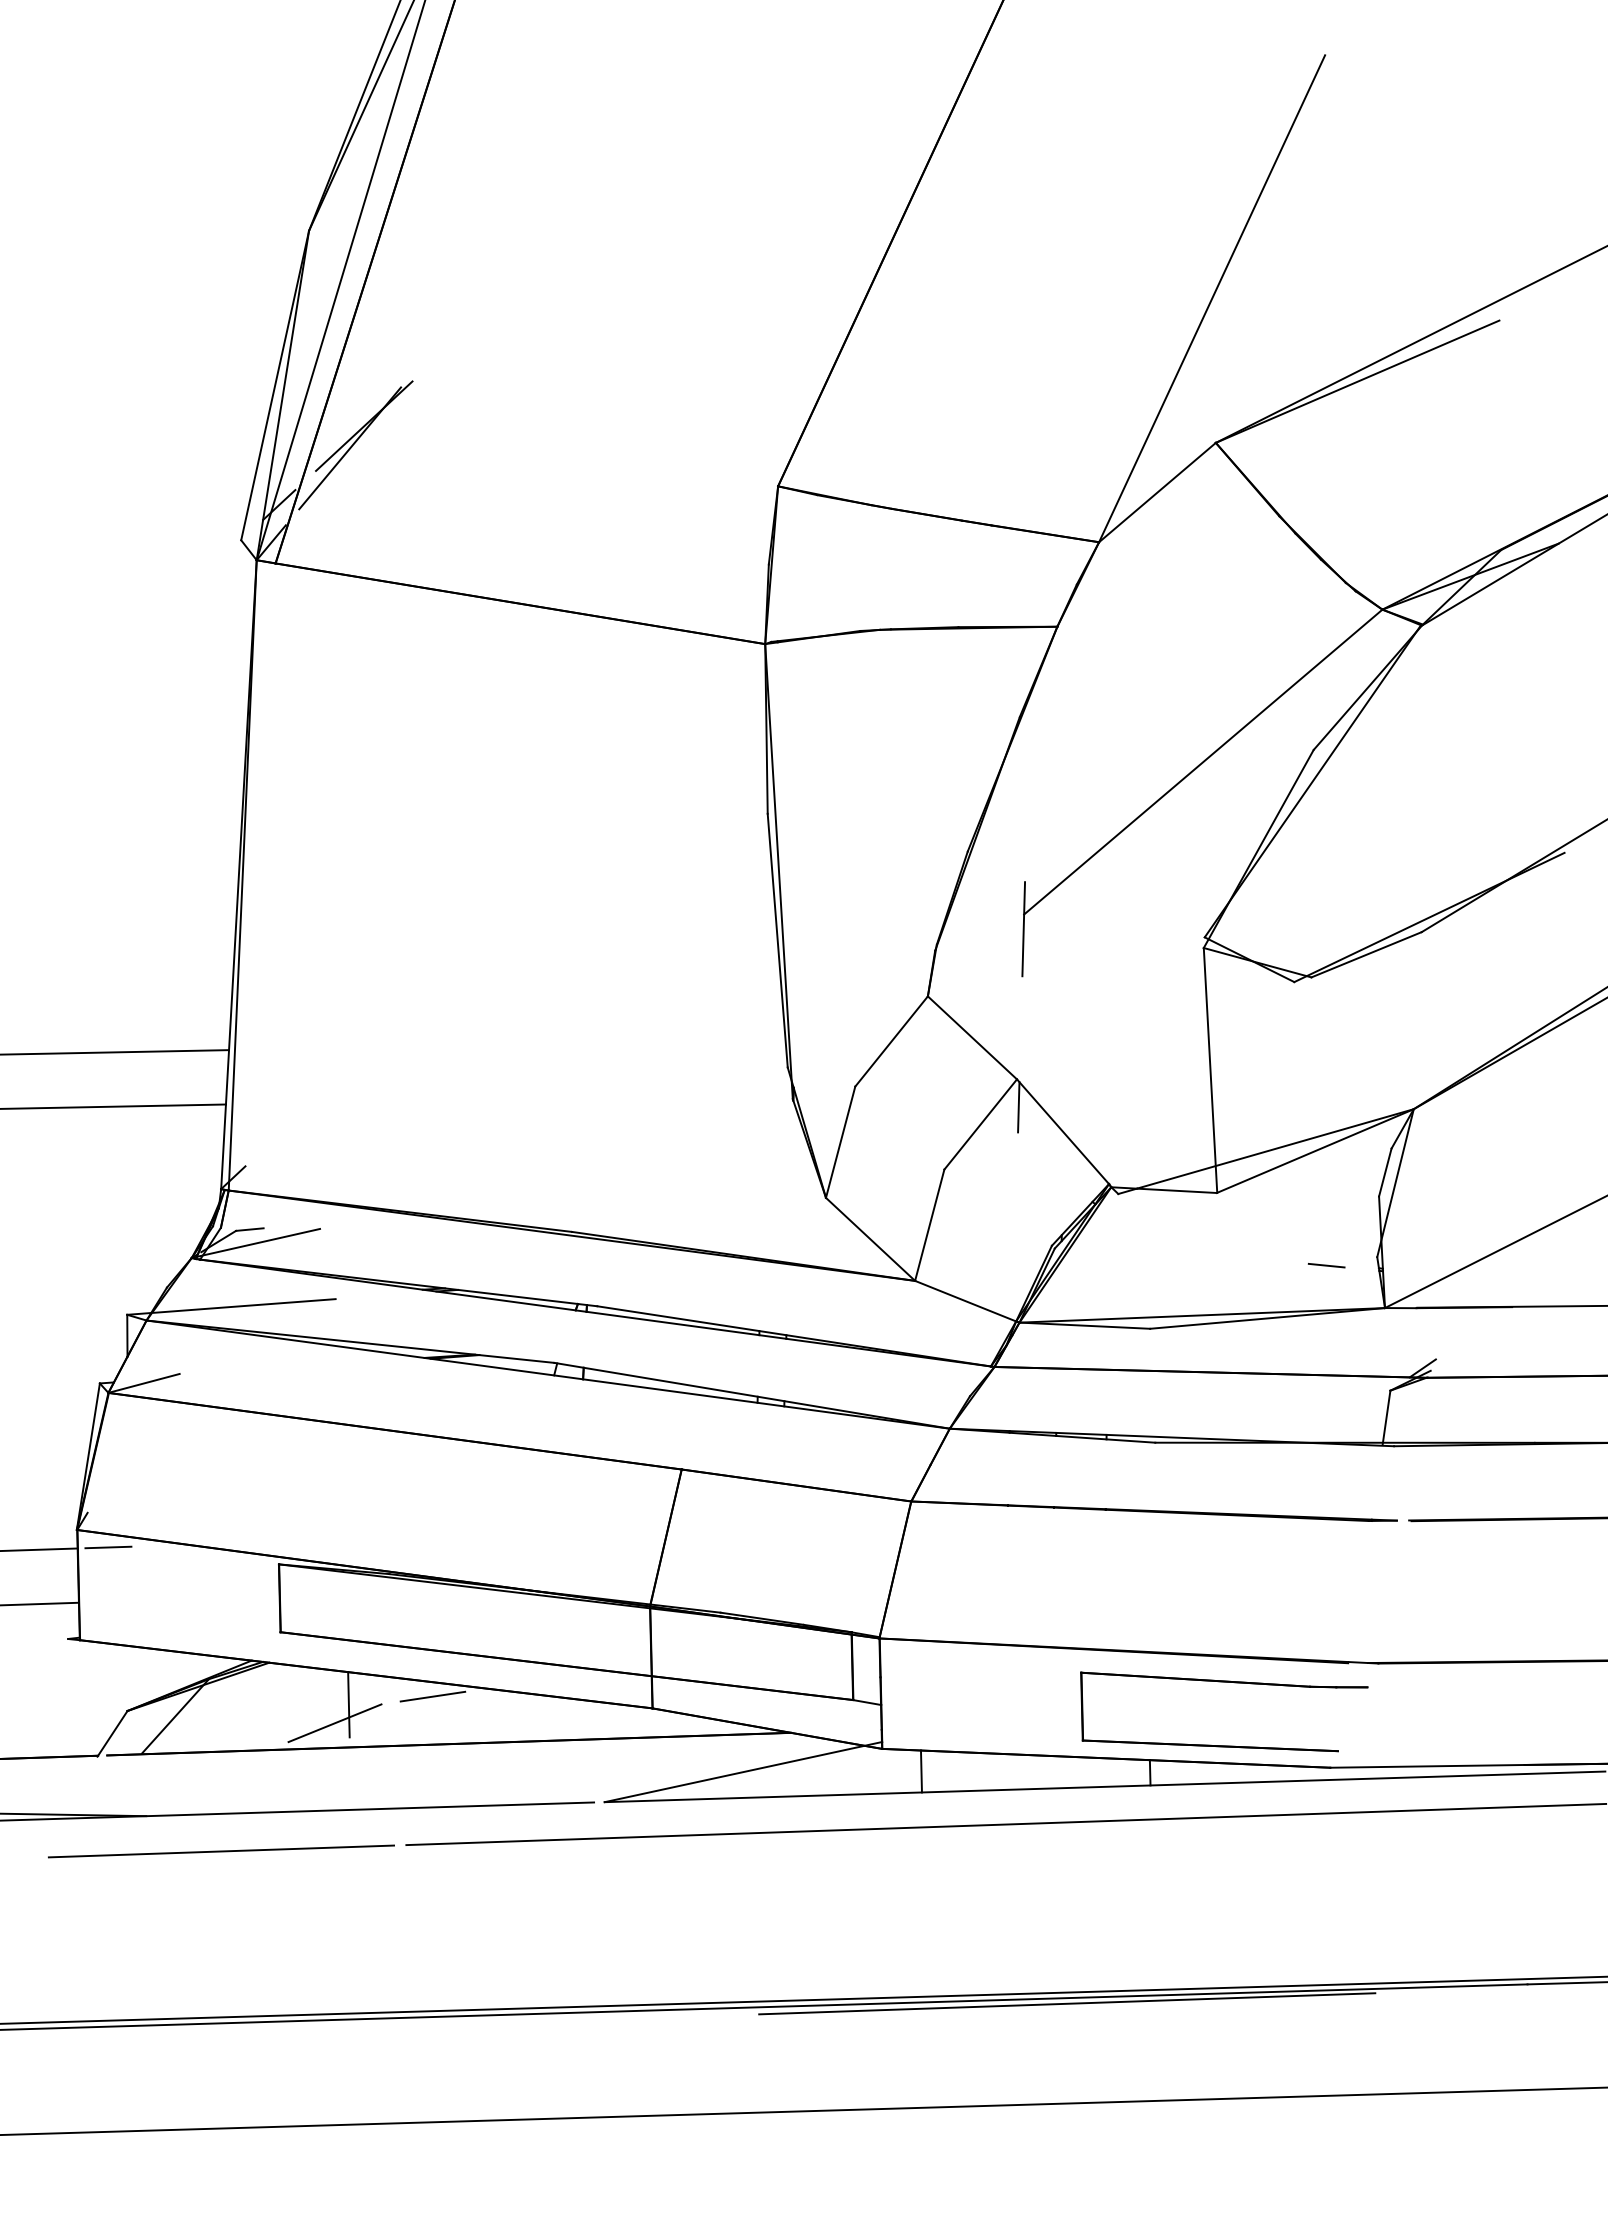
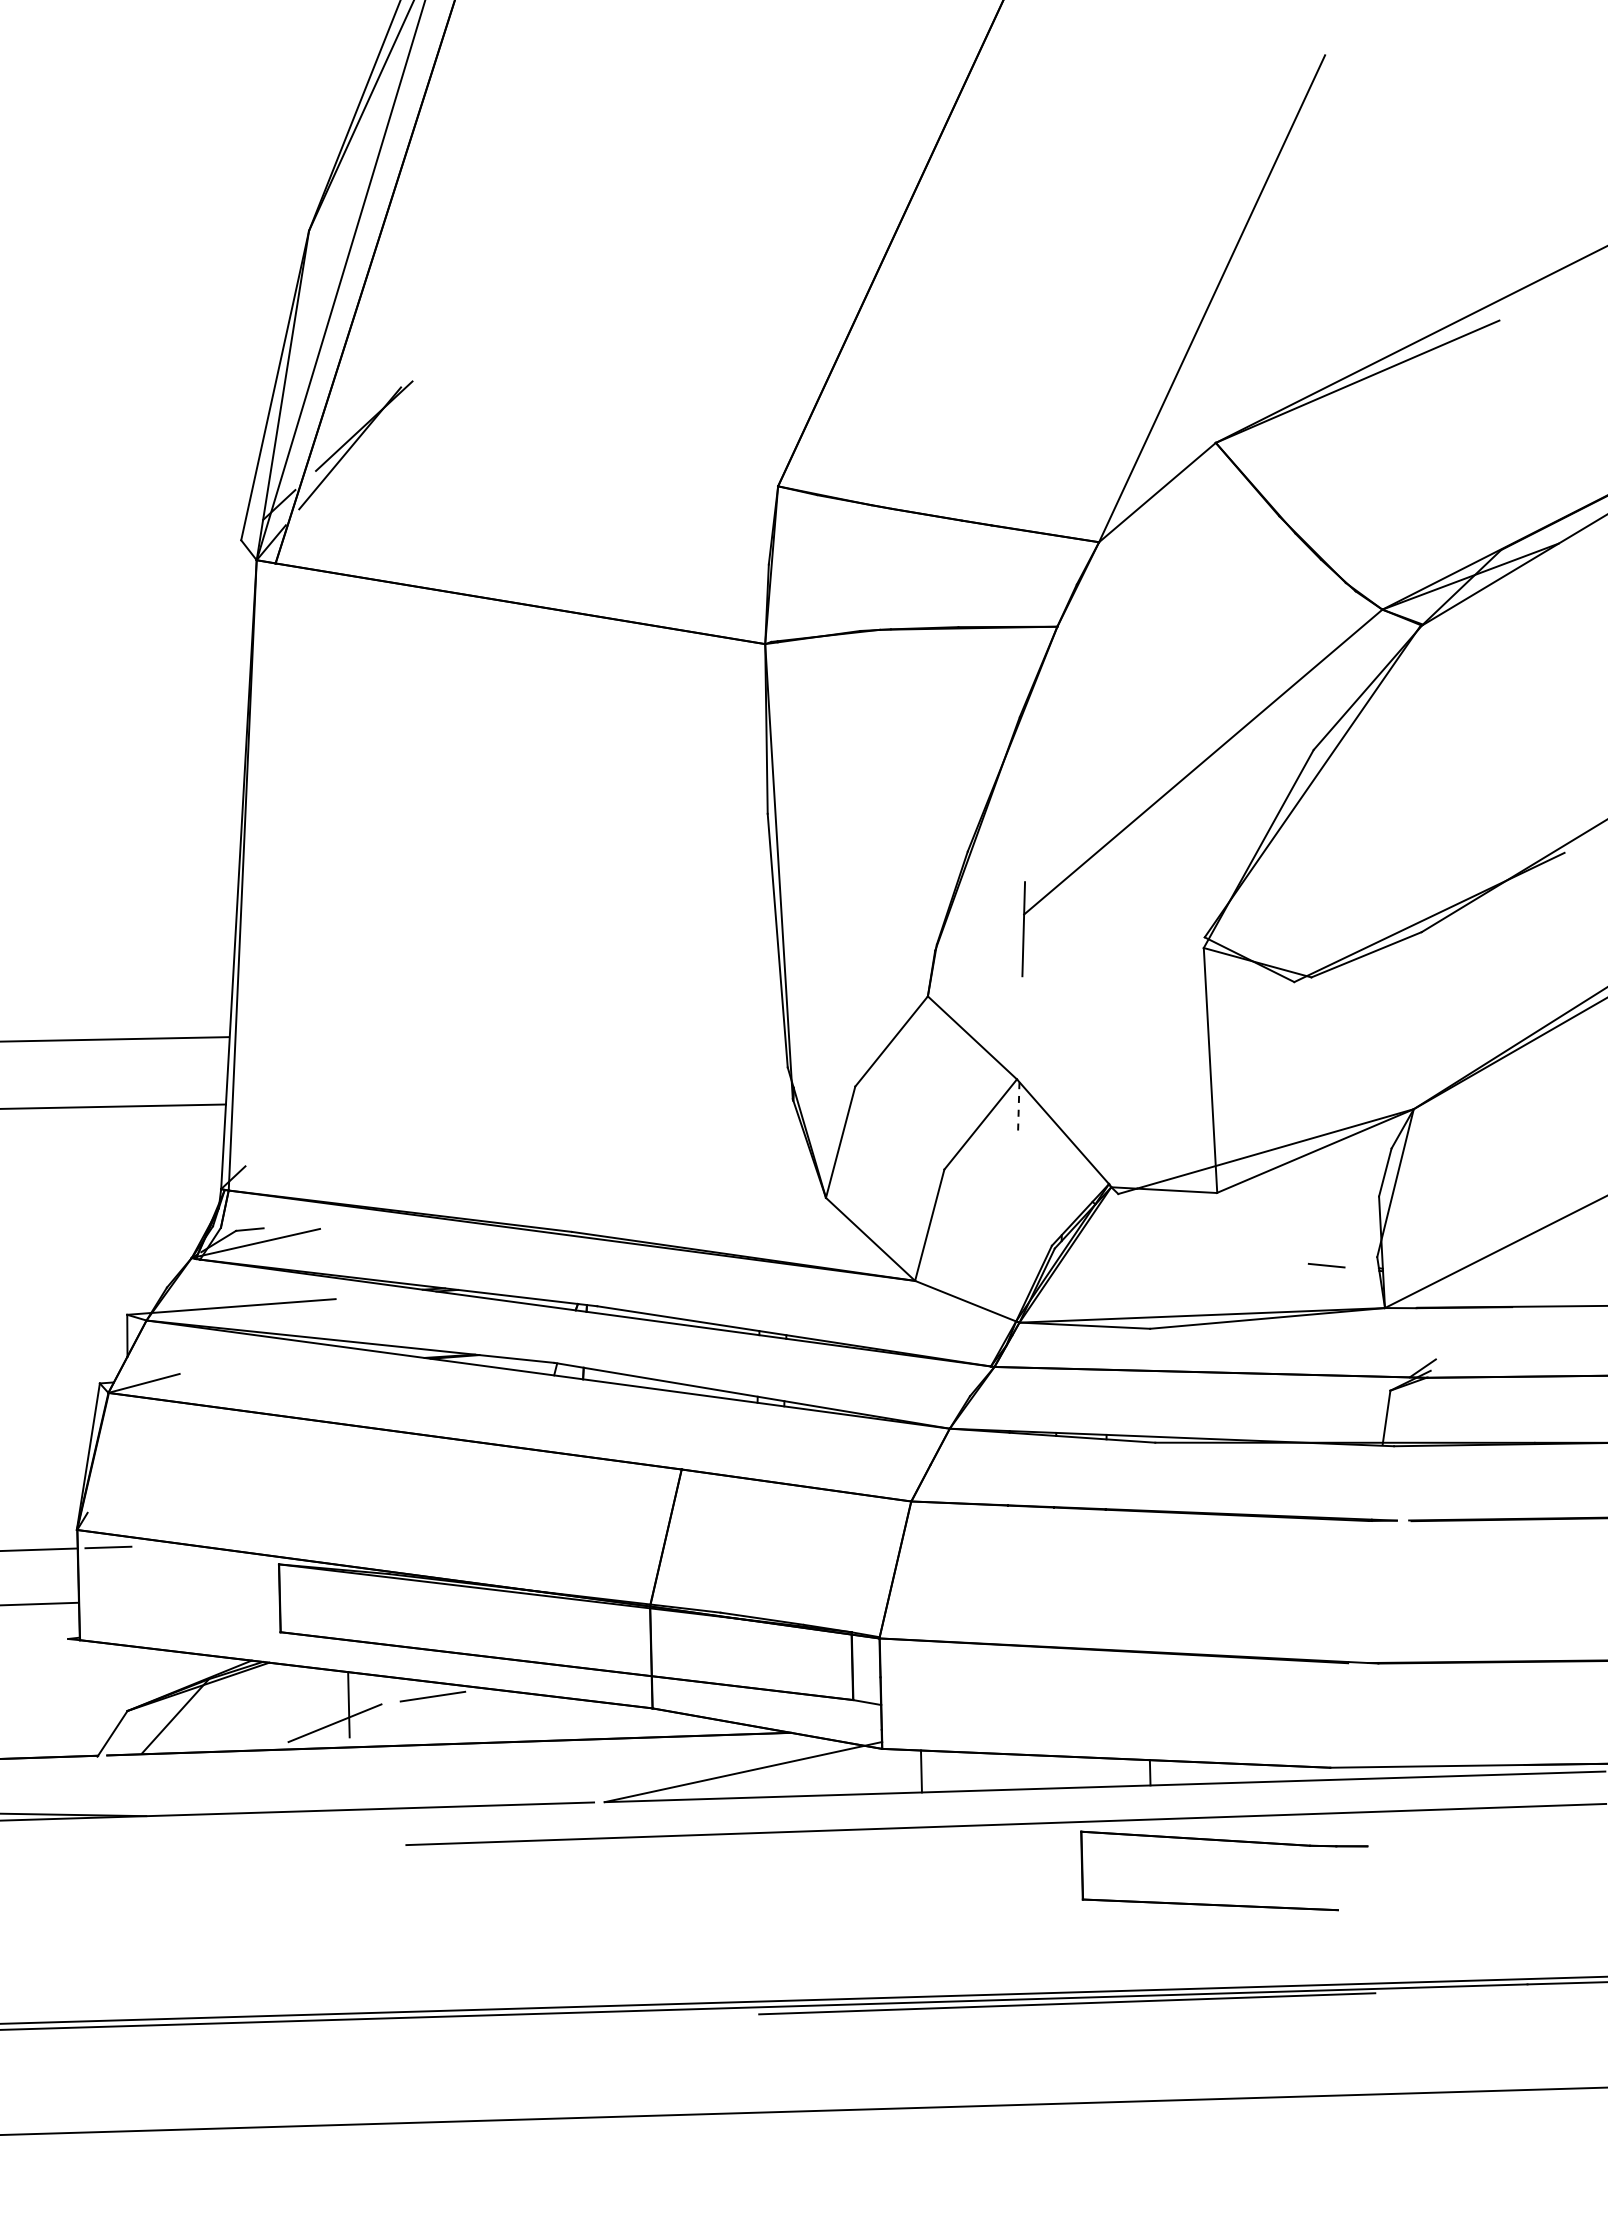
line at (115, 1052) position: (115, 1052) -> (115, 1039)
line at (1018, 1107): solid -> dashed
part at (1224, 1682) position: (1224, 1682) -> (1224, 1841)
line at (221, 1851): present -> none
